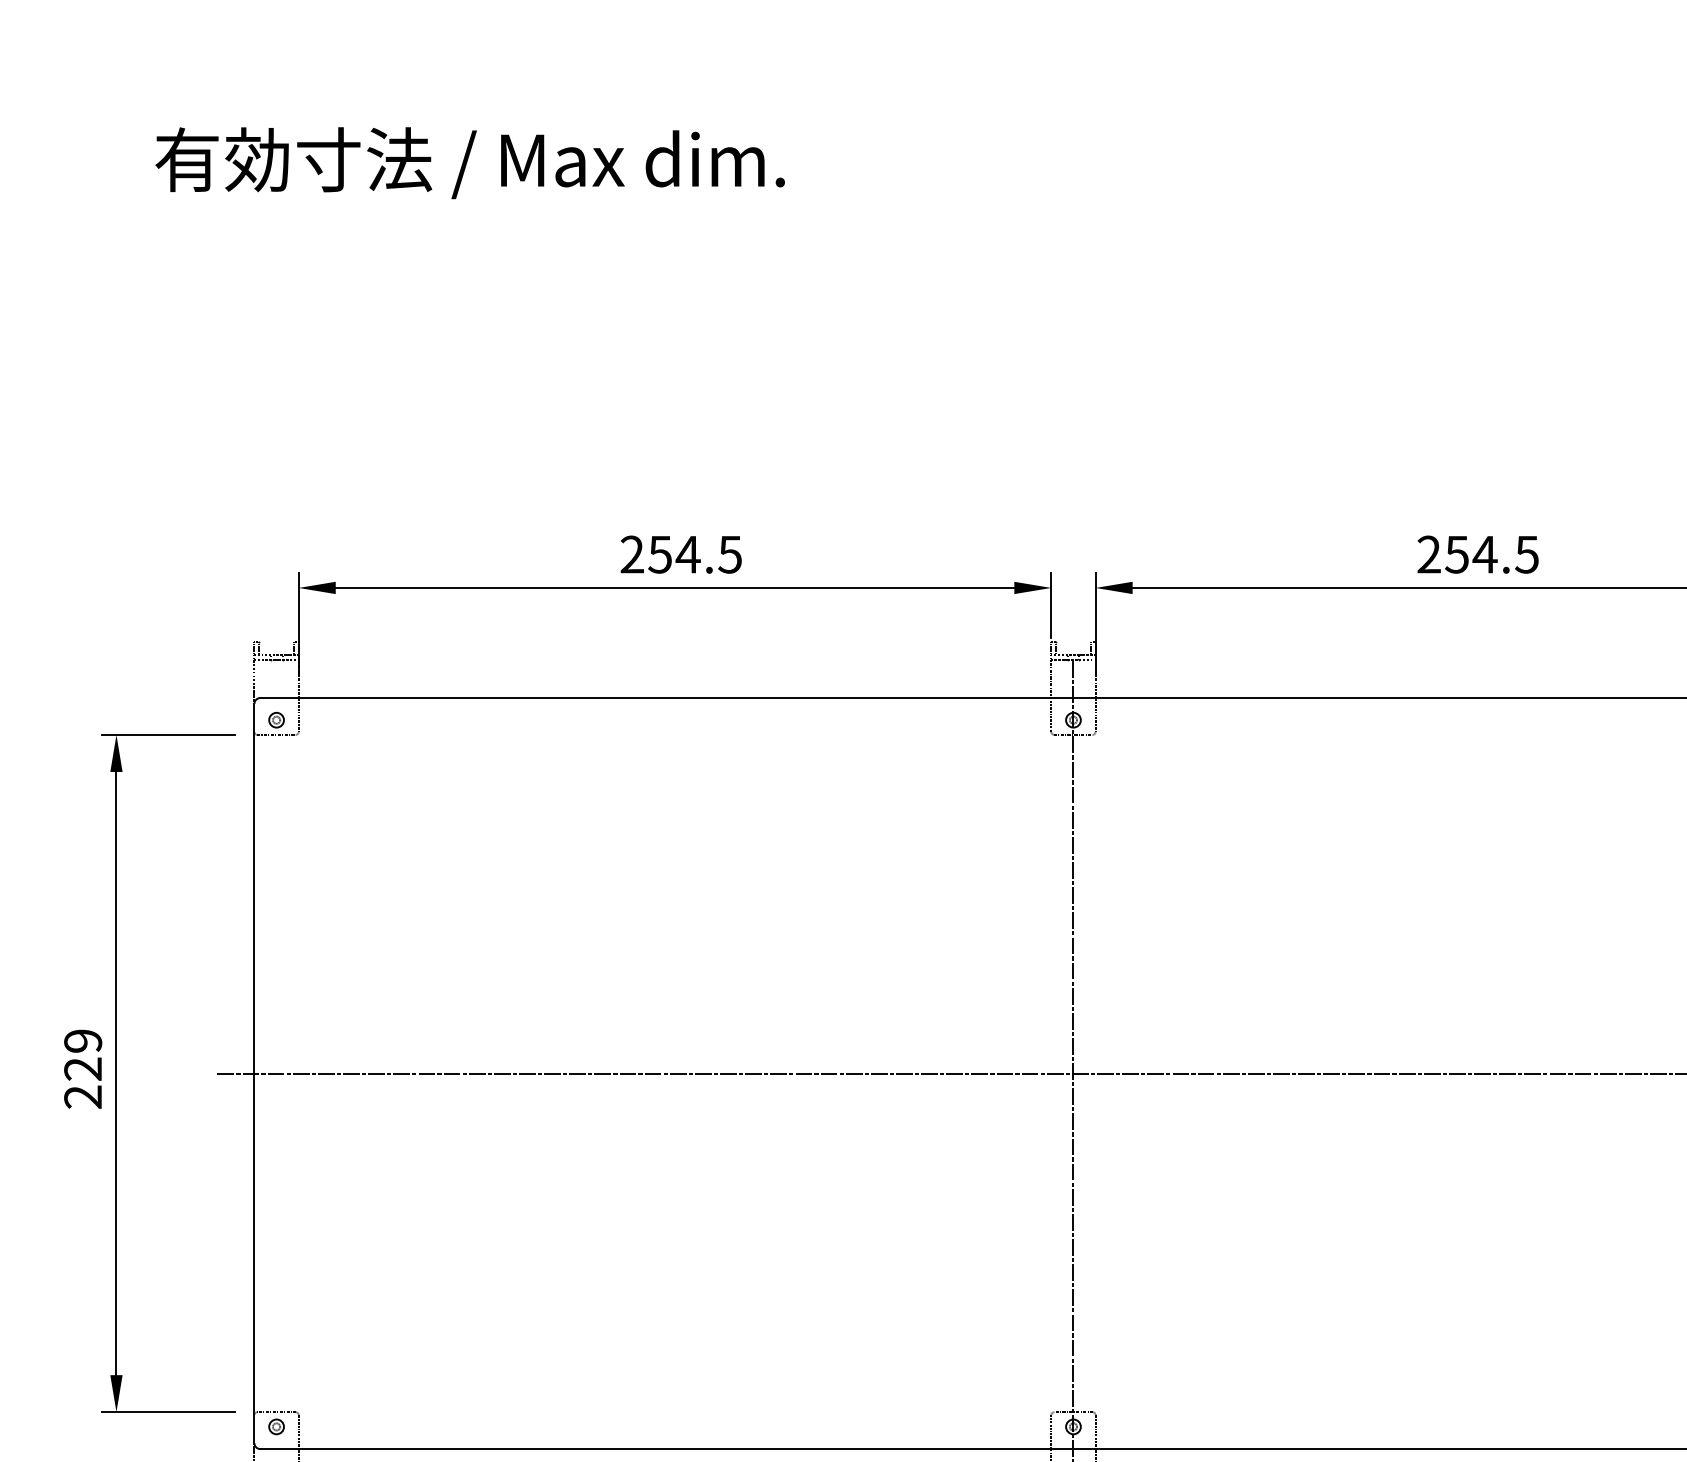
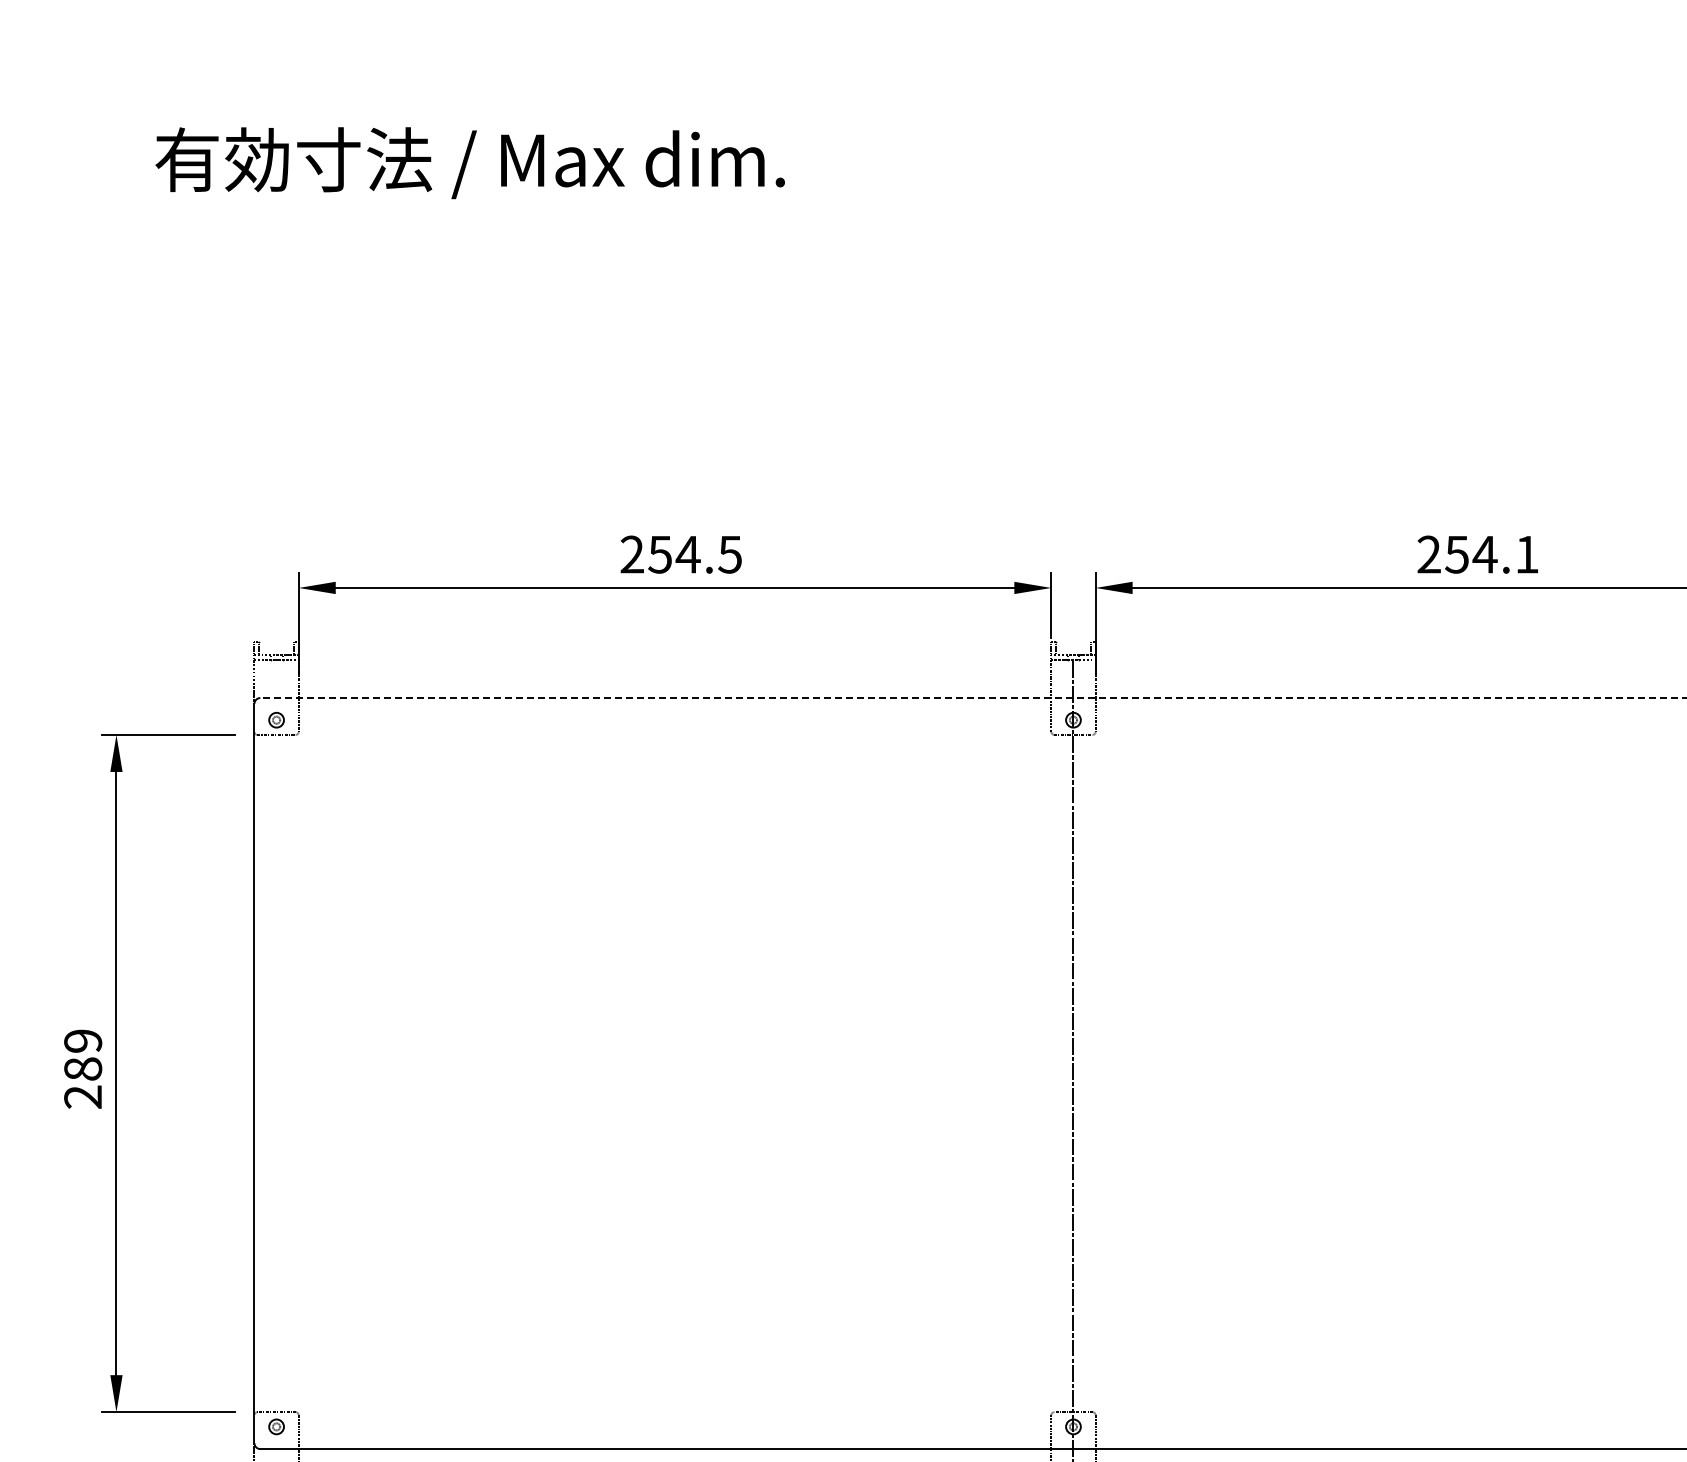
text at (1526, 554): 254.5 -> 254.1
line at (973, 698): solid -> dashed
text at (83, 1068): 229 -> 289
line at (950, 1073): present -> none
